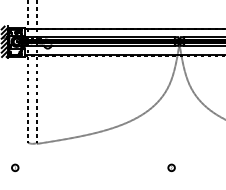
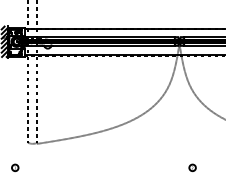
part at (171, 167) position: (171, 167) -> (192, 167)
